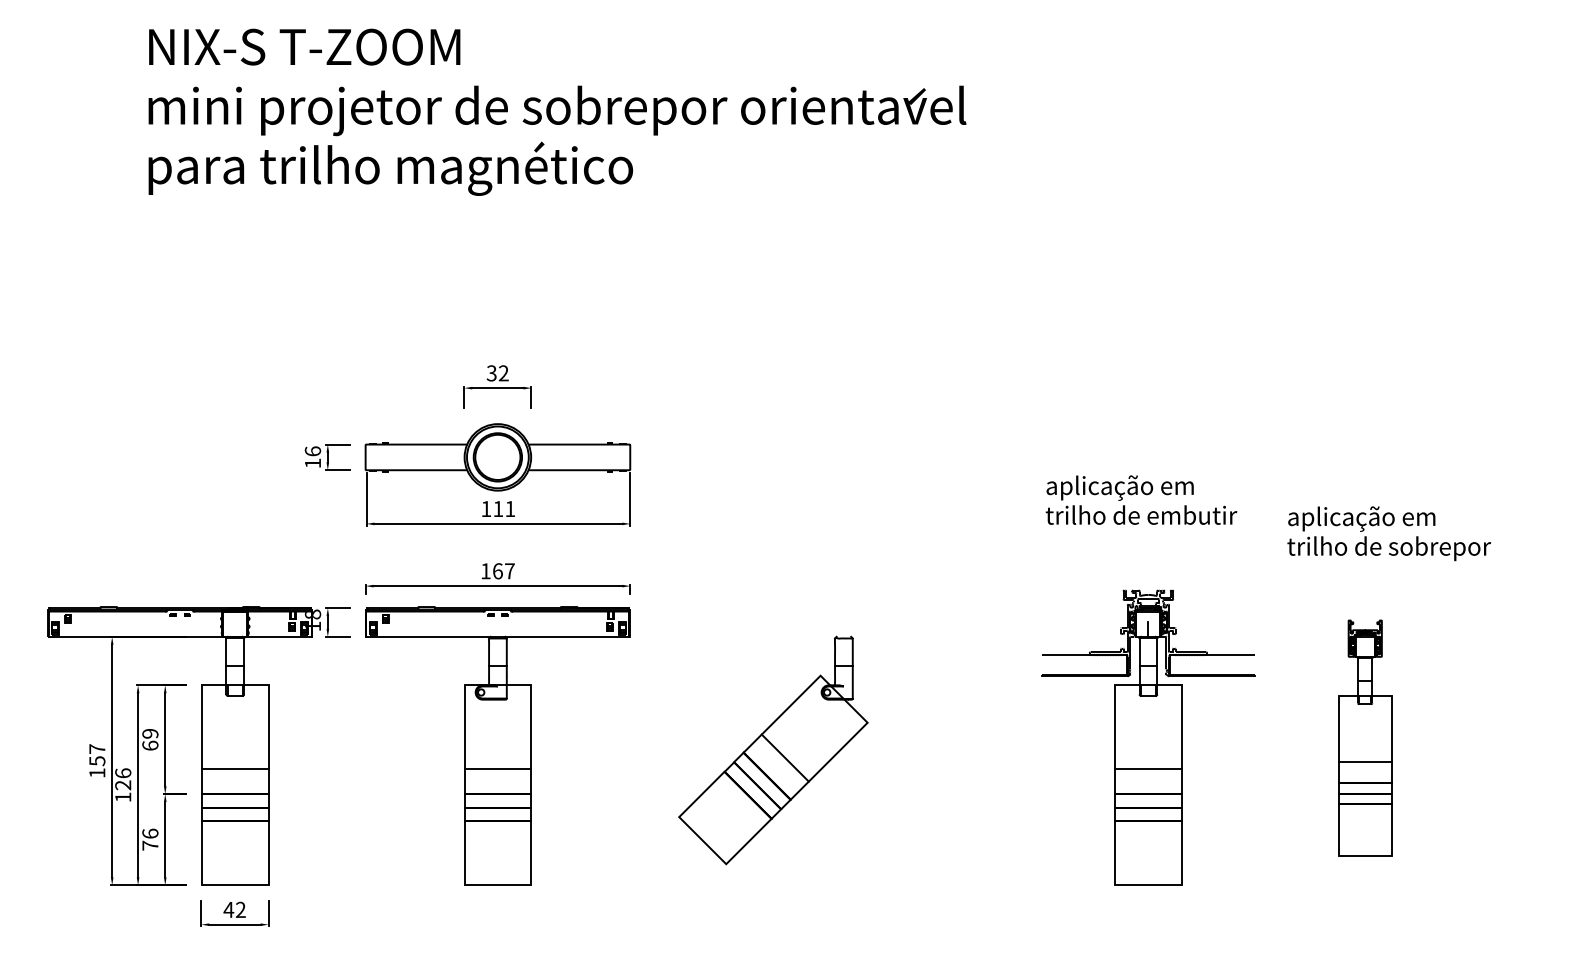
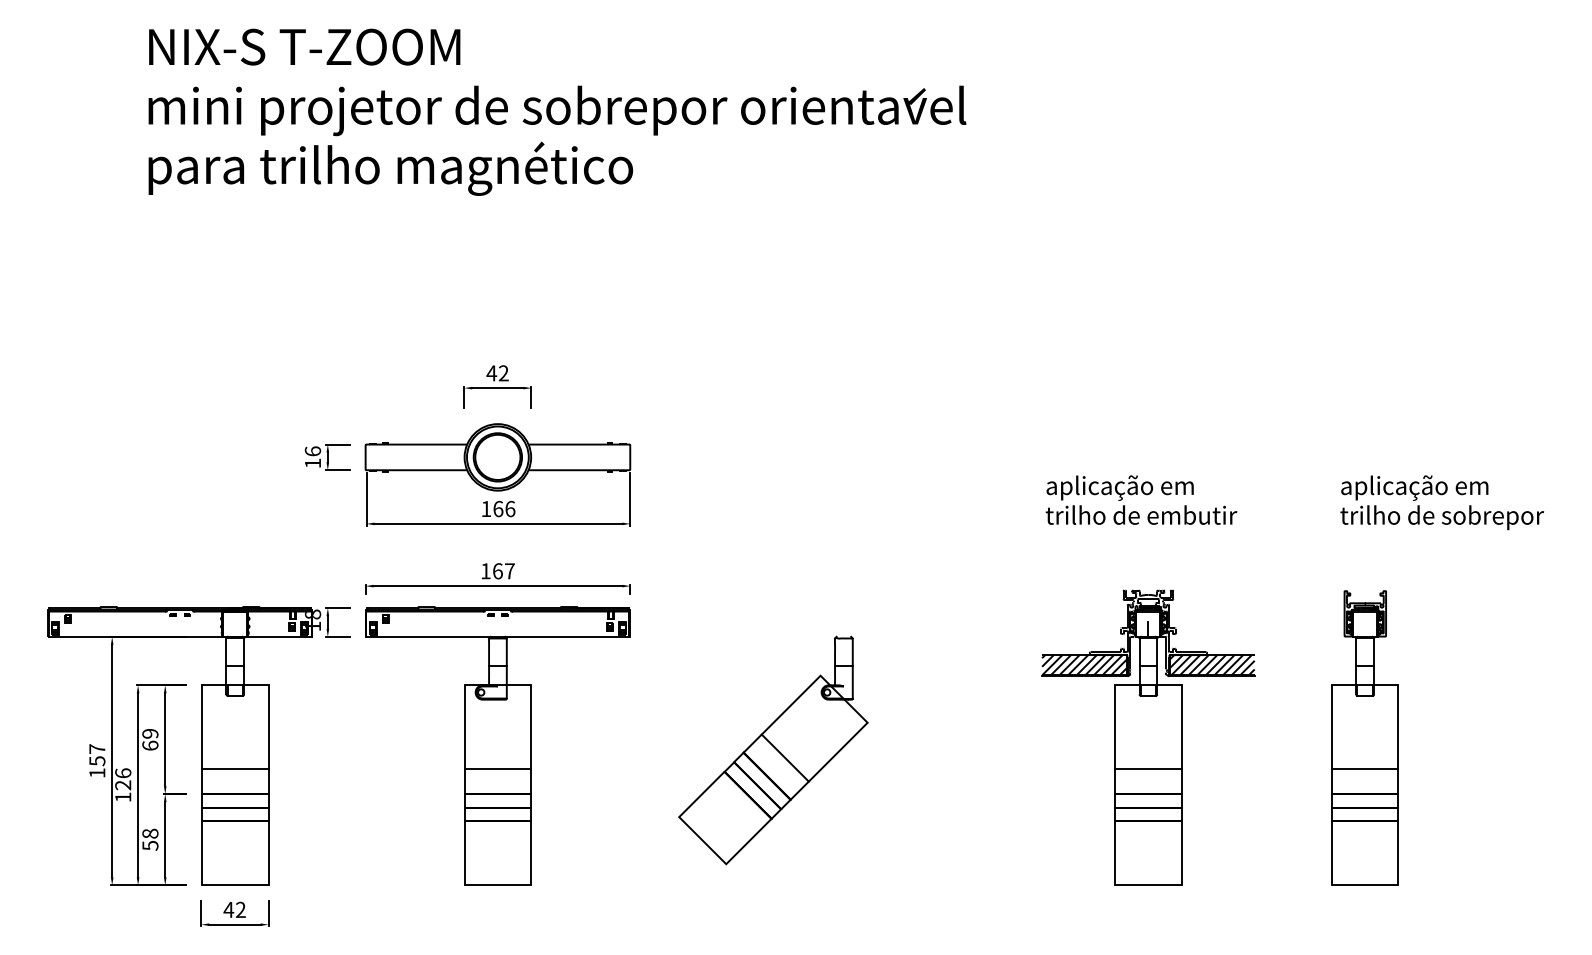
text at (491, 373): 32 -> 42
text at (504, 508): 111 -> 166
text at (1389, 533) position: (1389, 533) -> (1442, 502)
hatch at (1084, 665): none -> present
hatch at (1211, 665): none -> present
part at (1365, 737) size: 55x238 px -> 68x296 px
text at (150, 839): 76 -> 58
